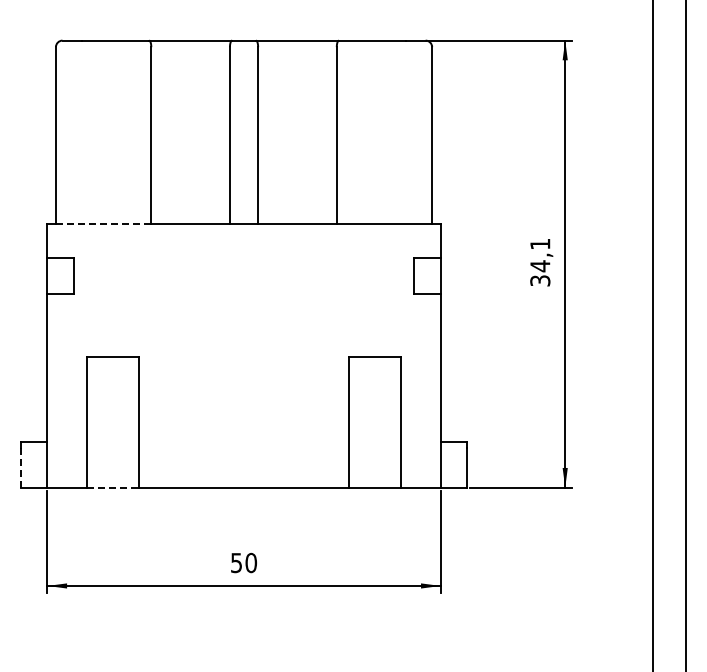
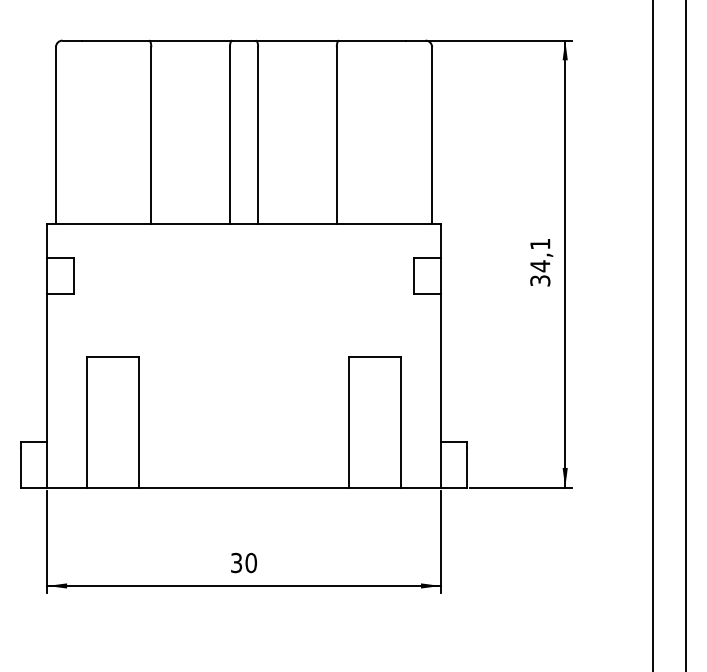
line at (103, 224): dashed -> solid
line at (21, 467): dashed -> solid
line at (113, 487): dashed -> solid
text at (236, 562): 50 -> 30
